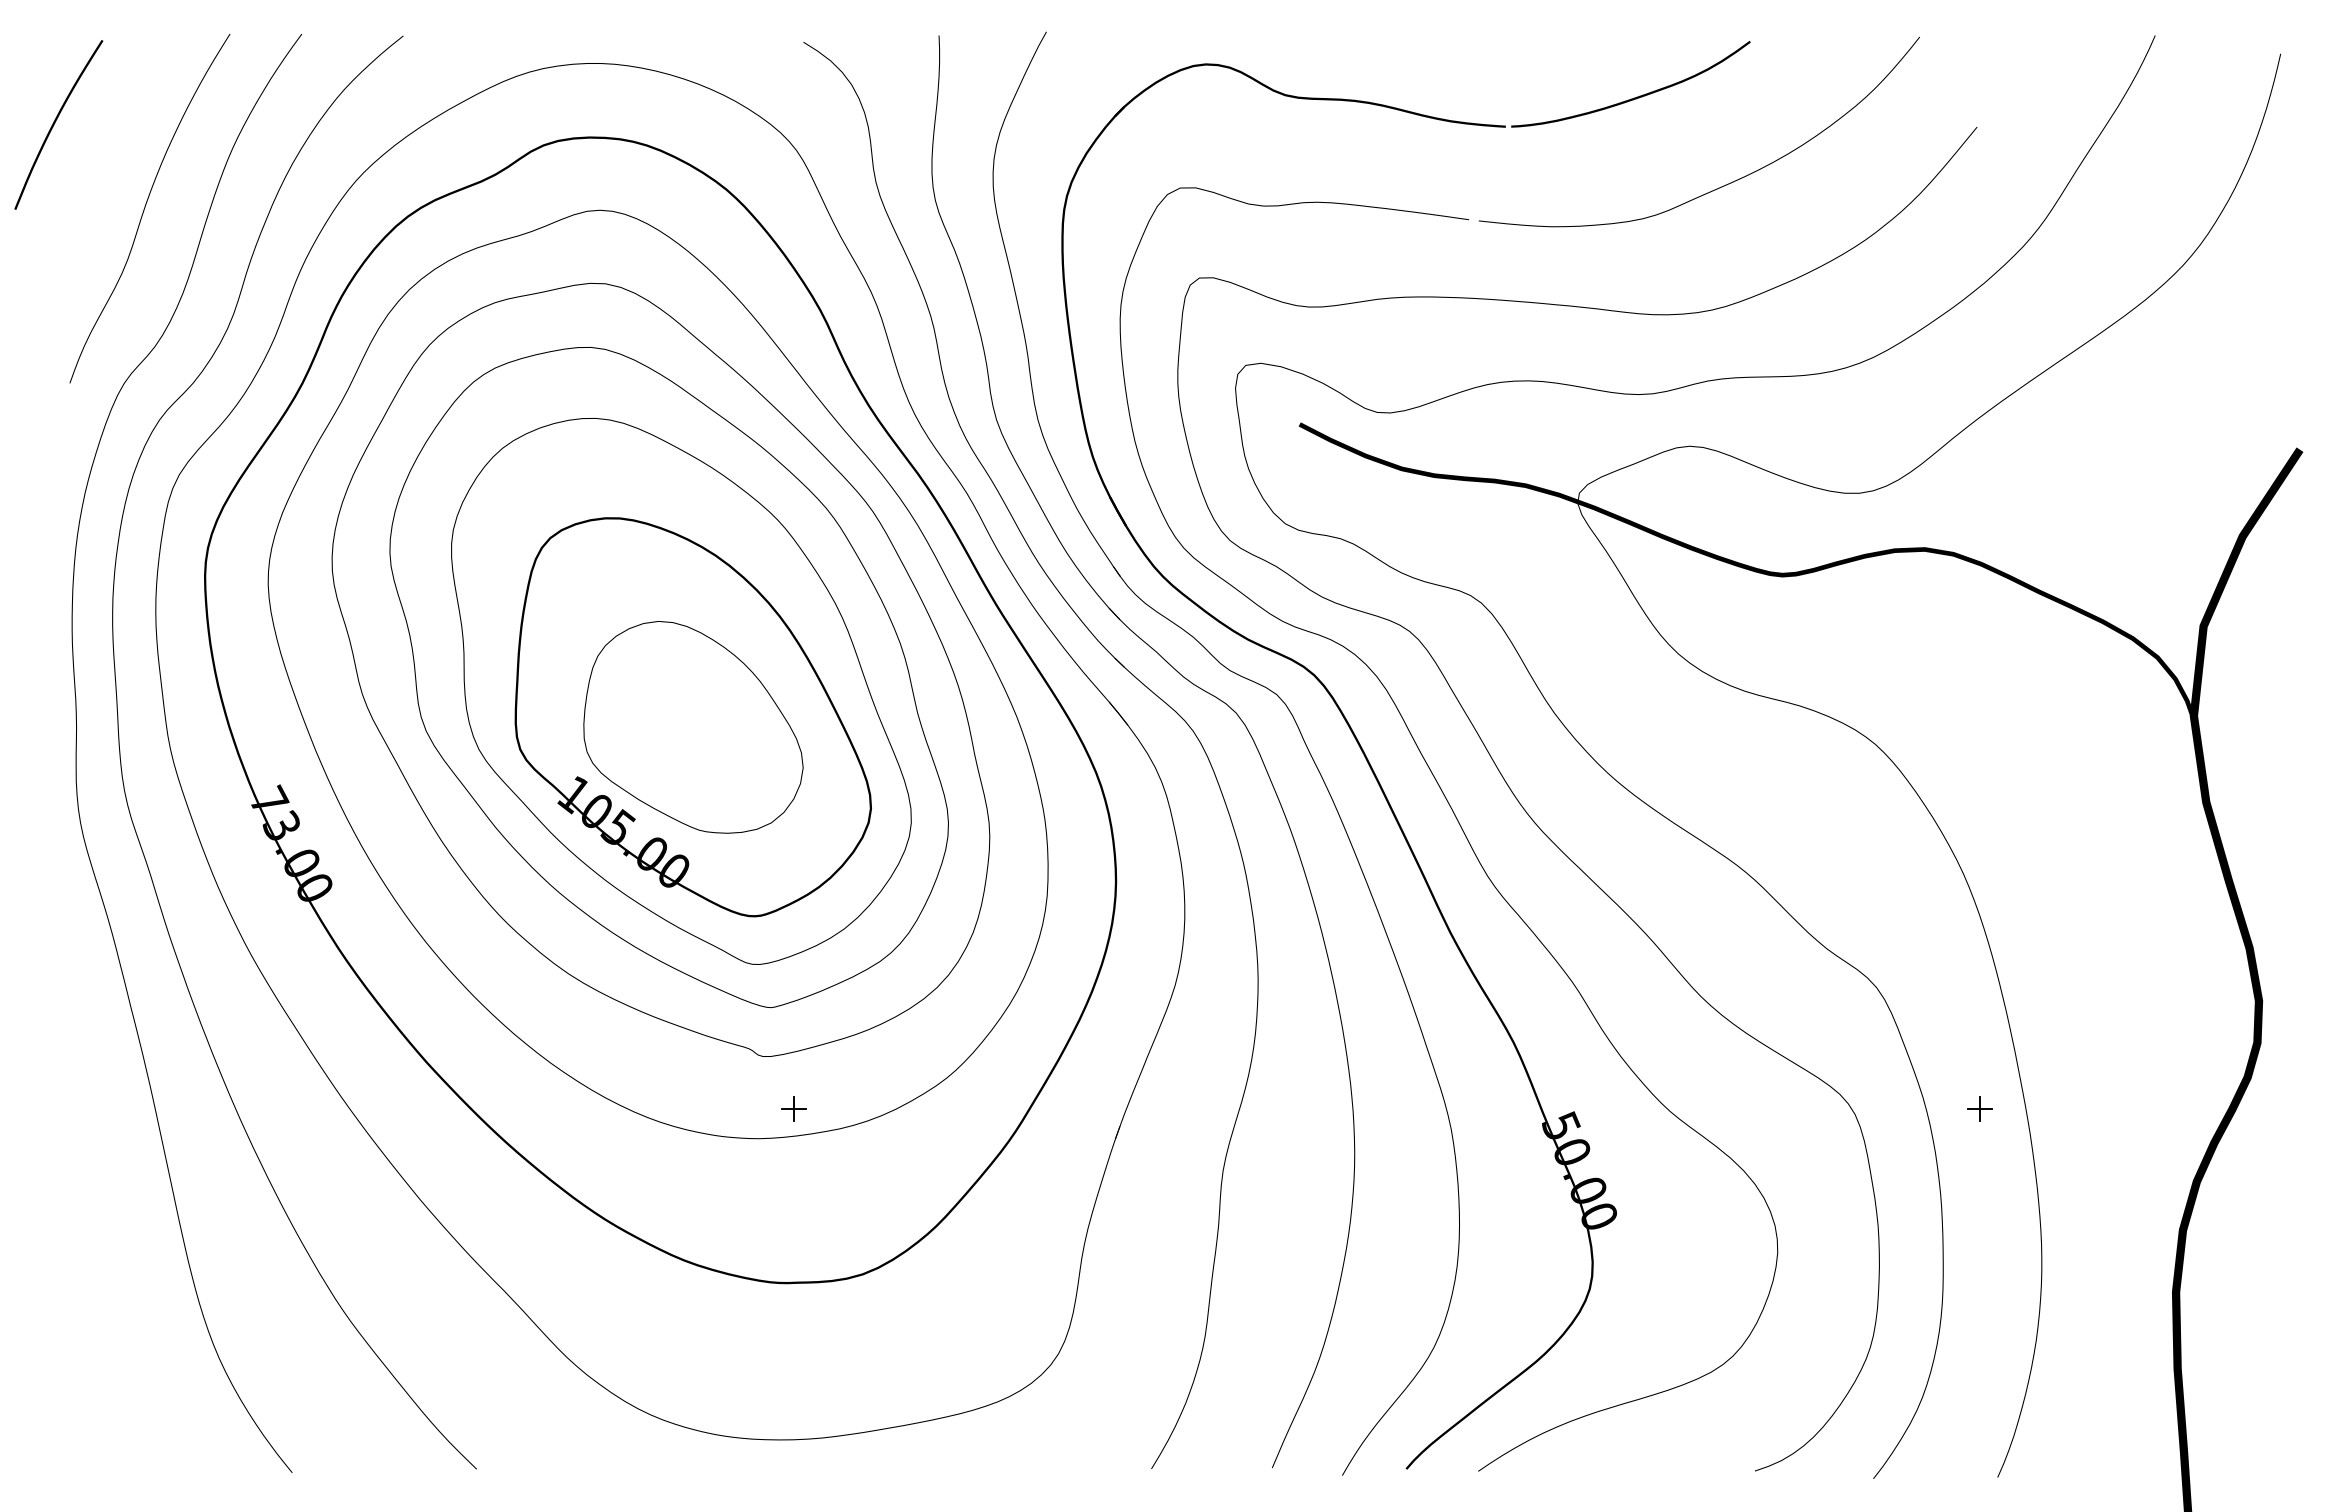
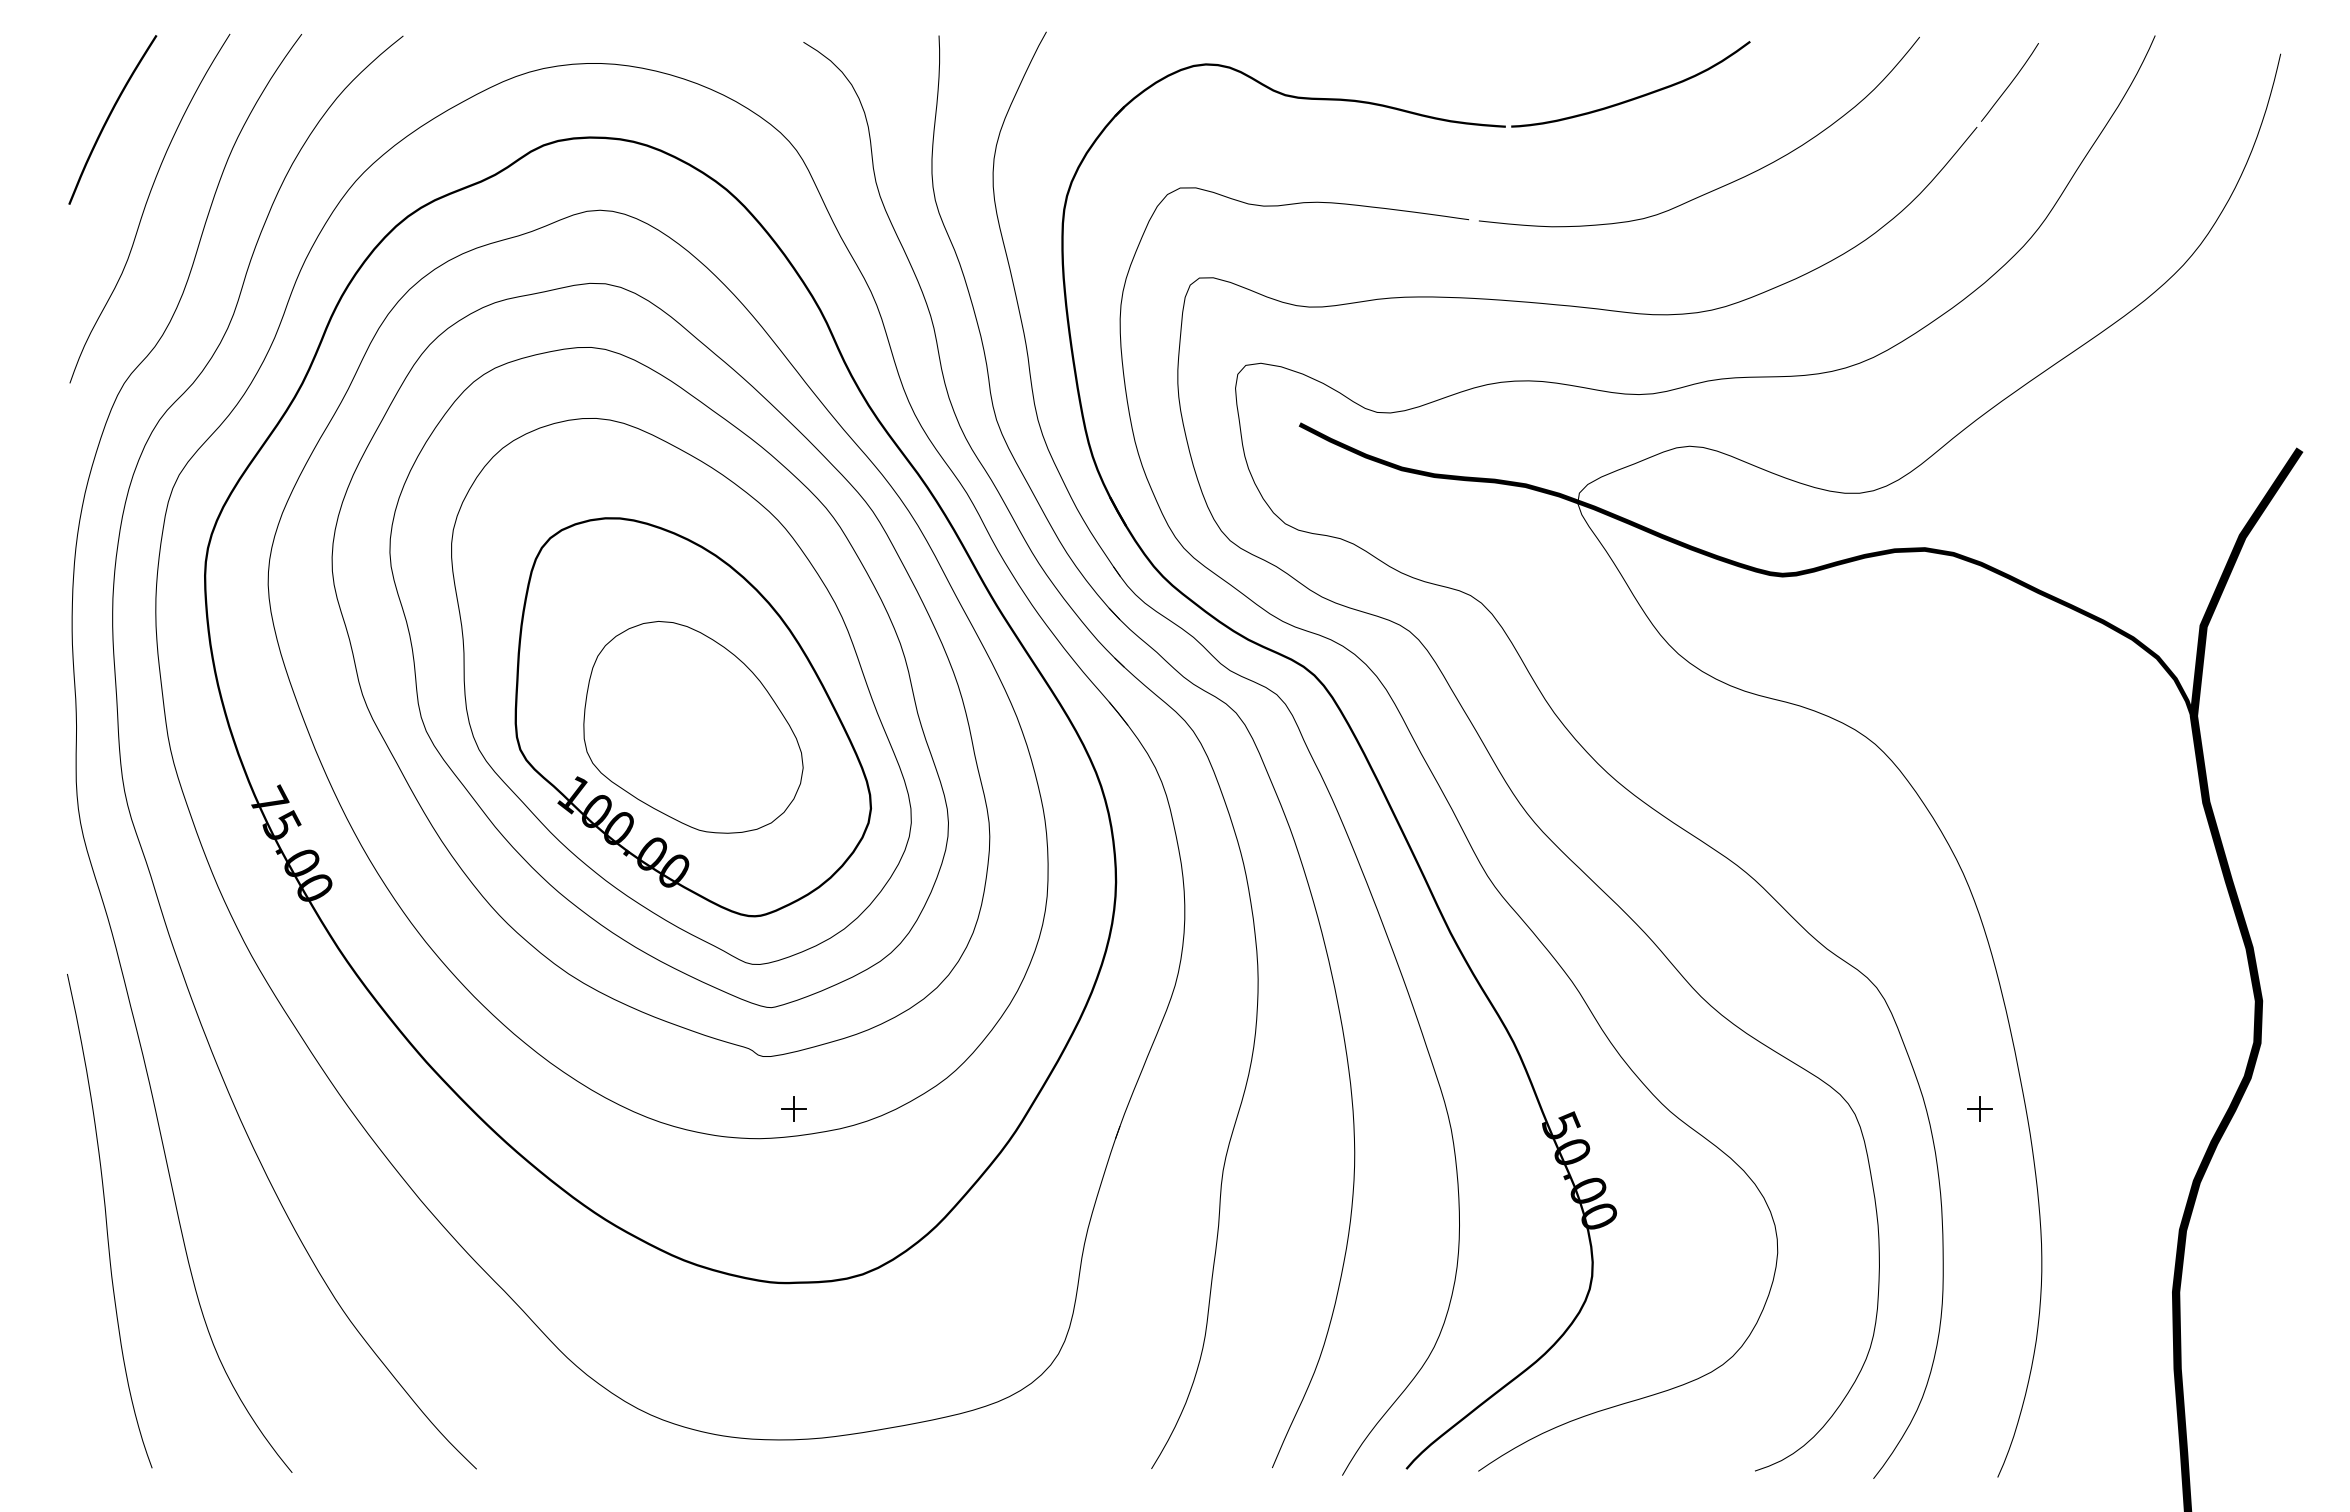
curve at (2010, 82): none -> present
curve at (55, 123) position: (55, 123) -> (109, 118)
text at (281, 825): 73.00 -> 75.00
text at (617, 827): 105.00 -> 100.00
curve at (107, 1223): none -> present
